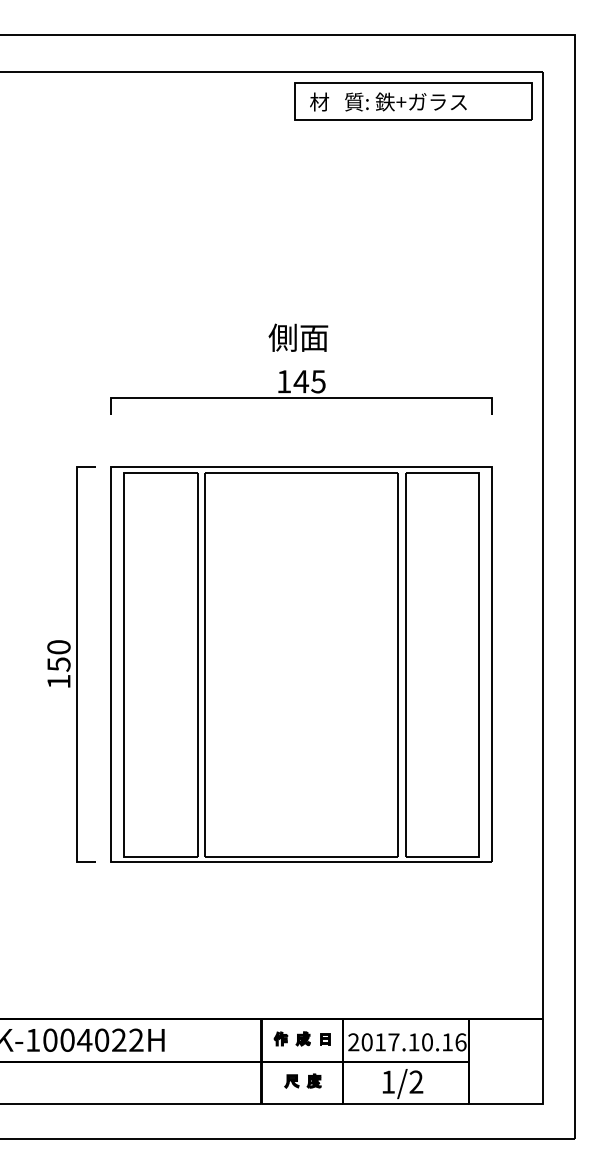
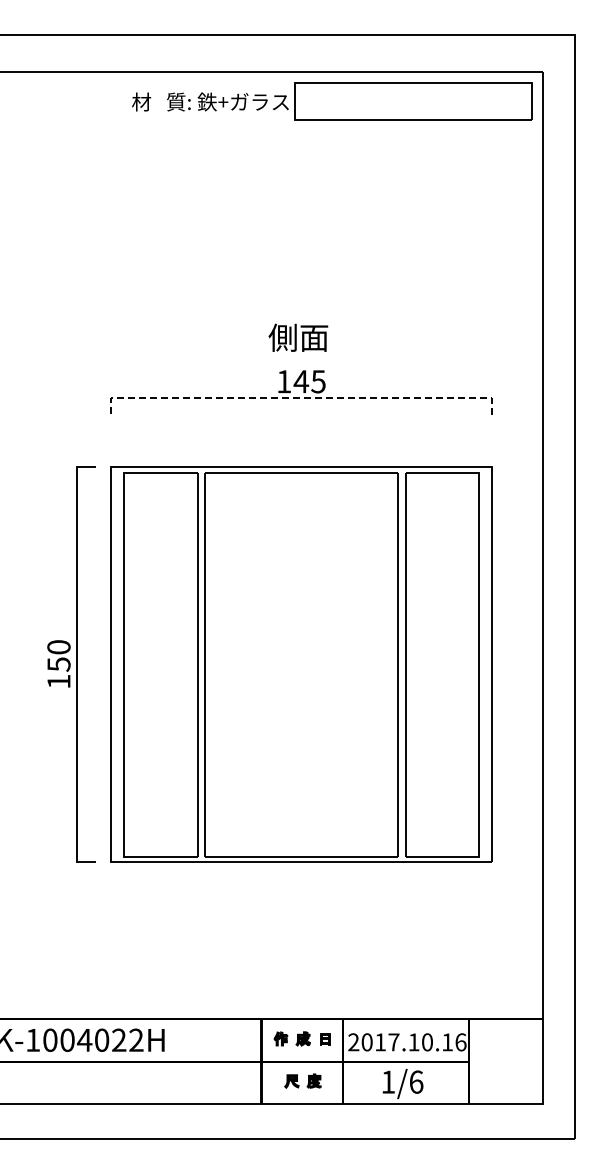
text at (388, 101) position: (388, 101) -> (210, 101)
line at (301, 398): solid -> dashed
text at (416, 1081): 1/2 -> 1/6
